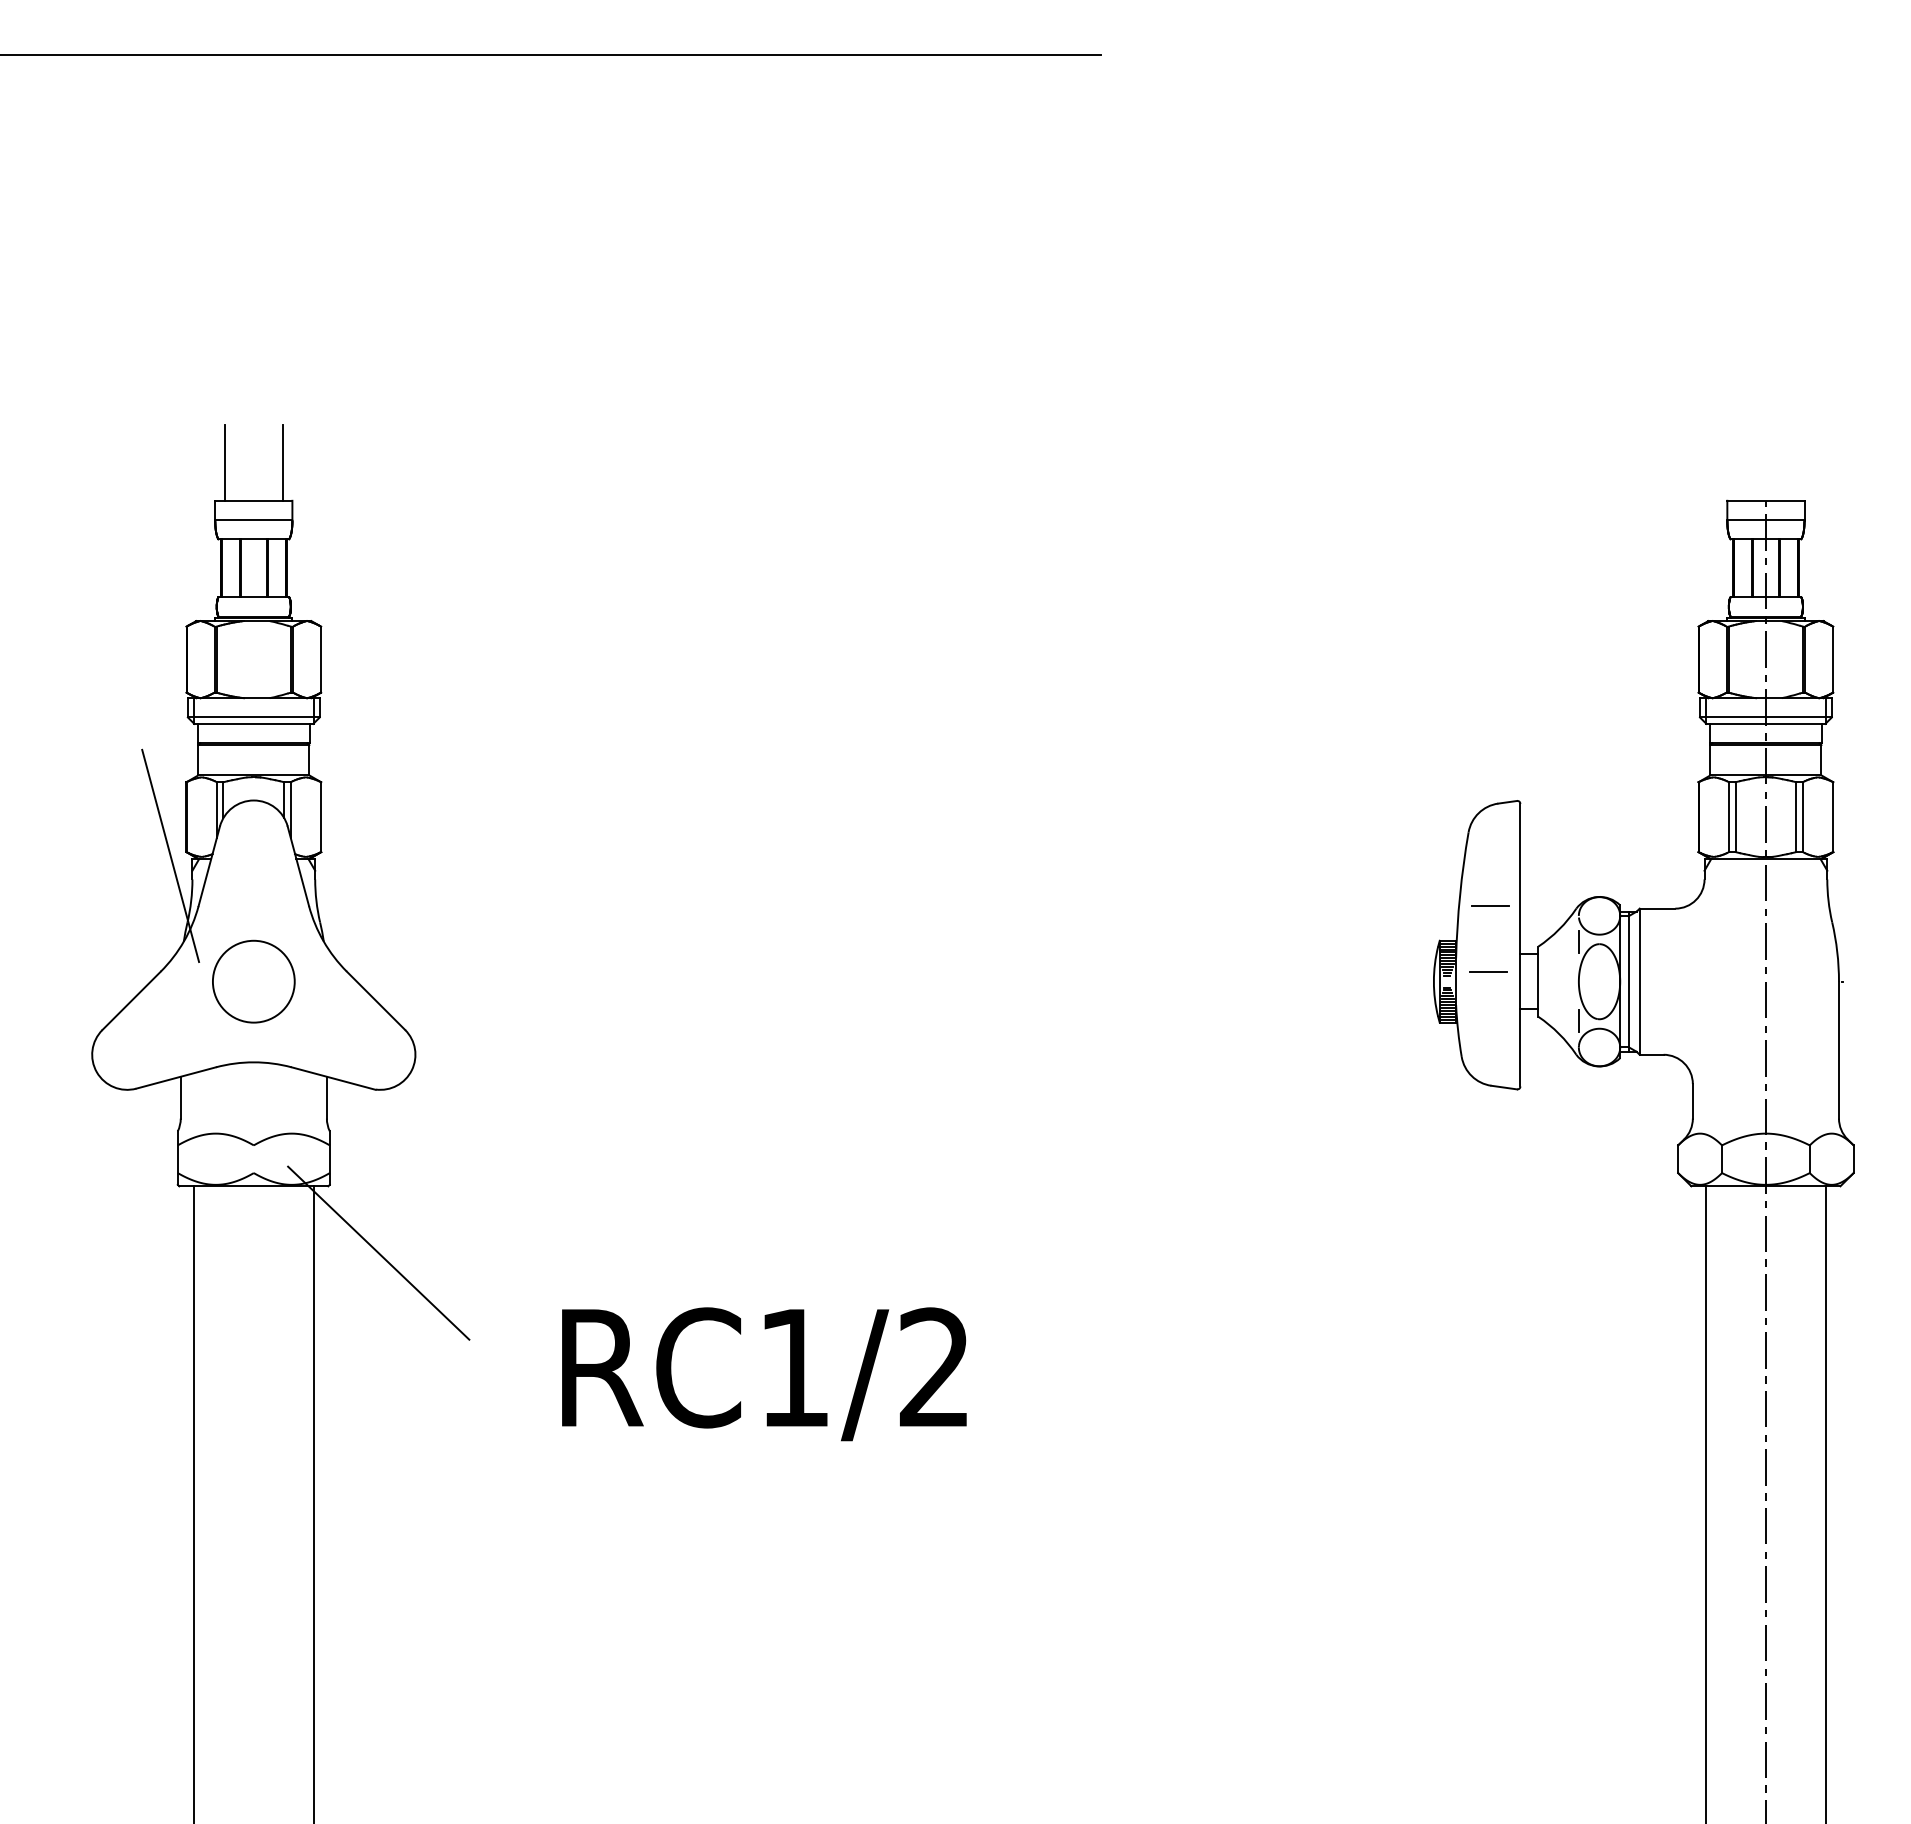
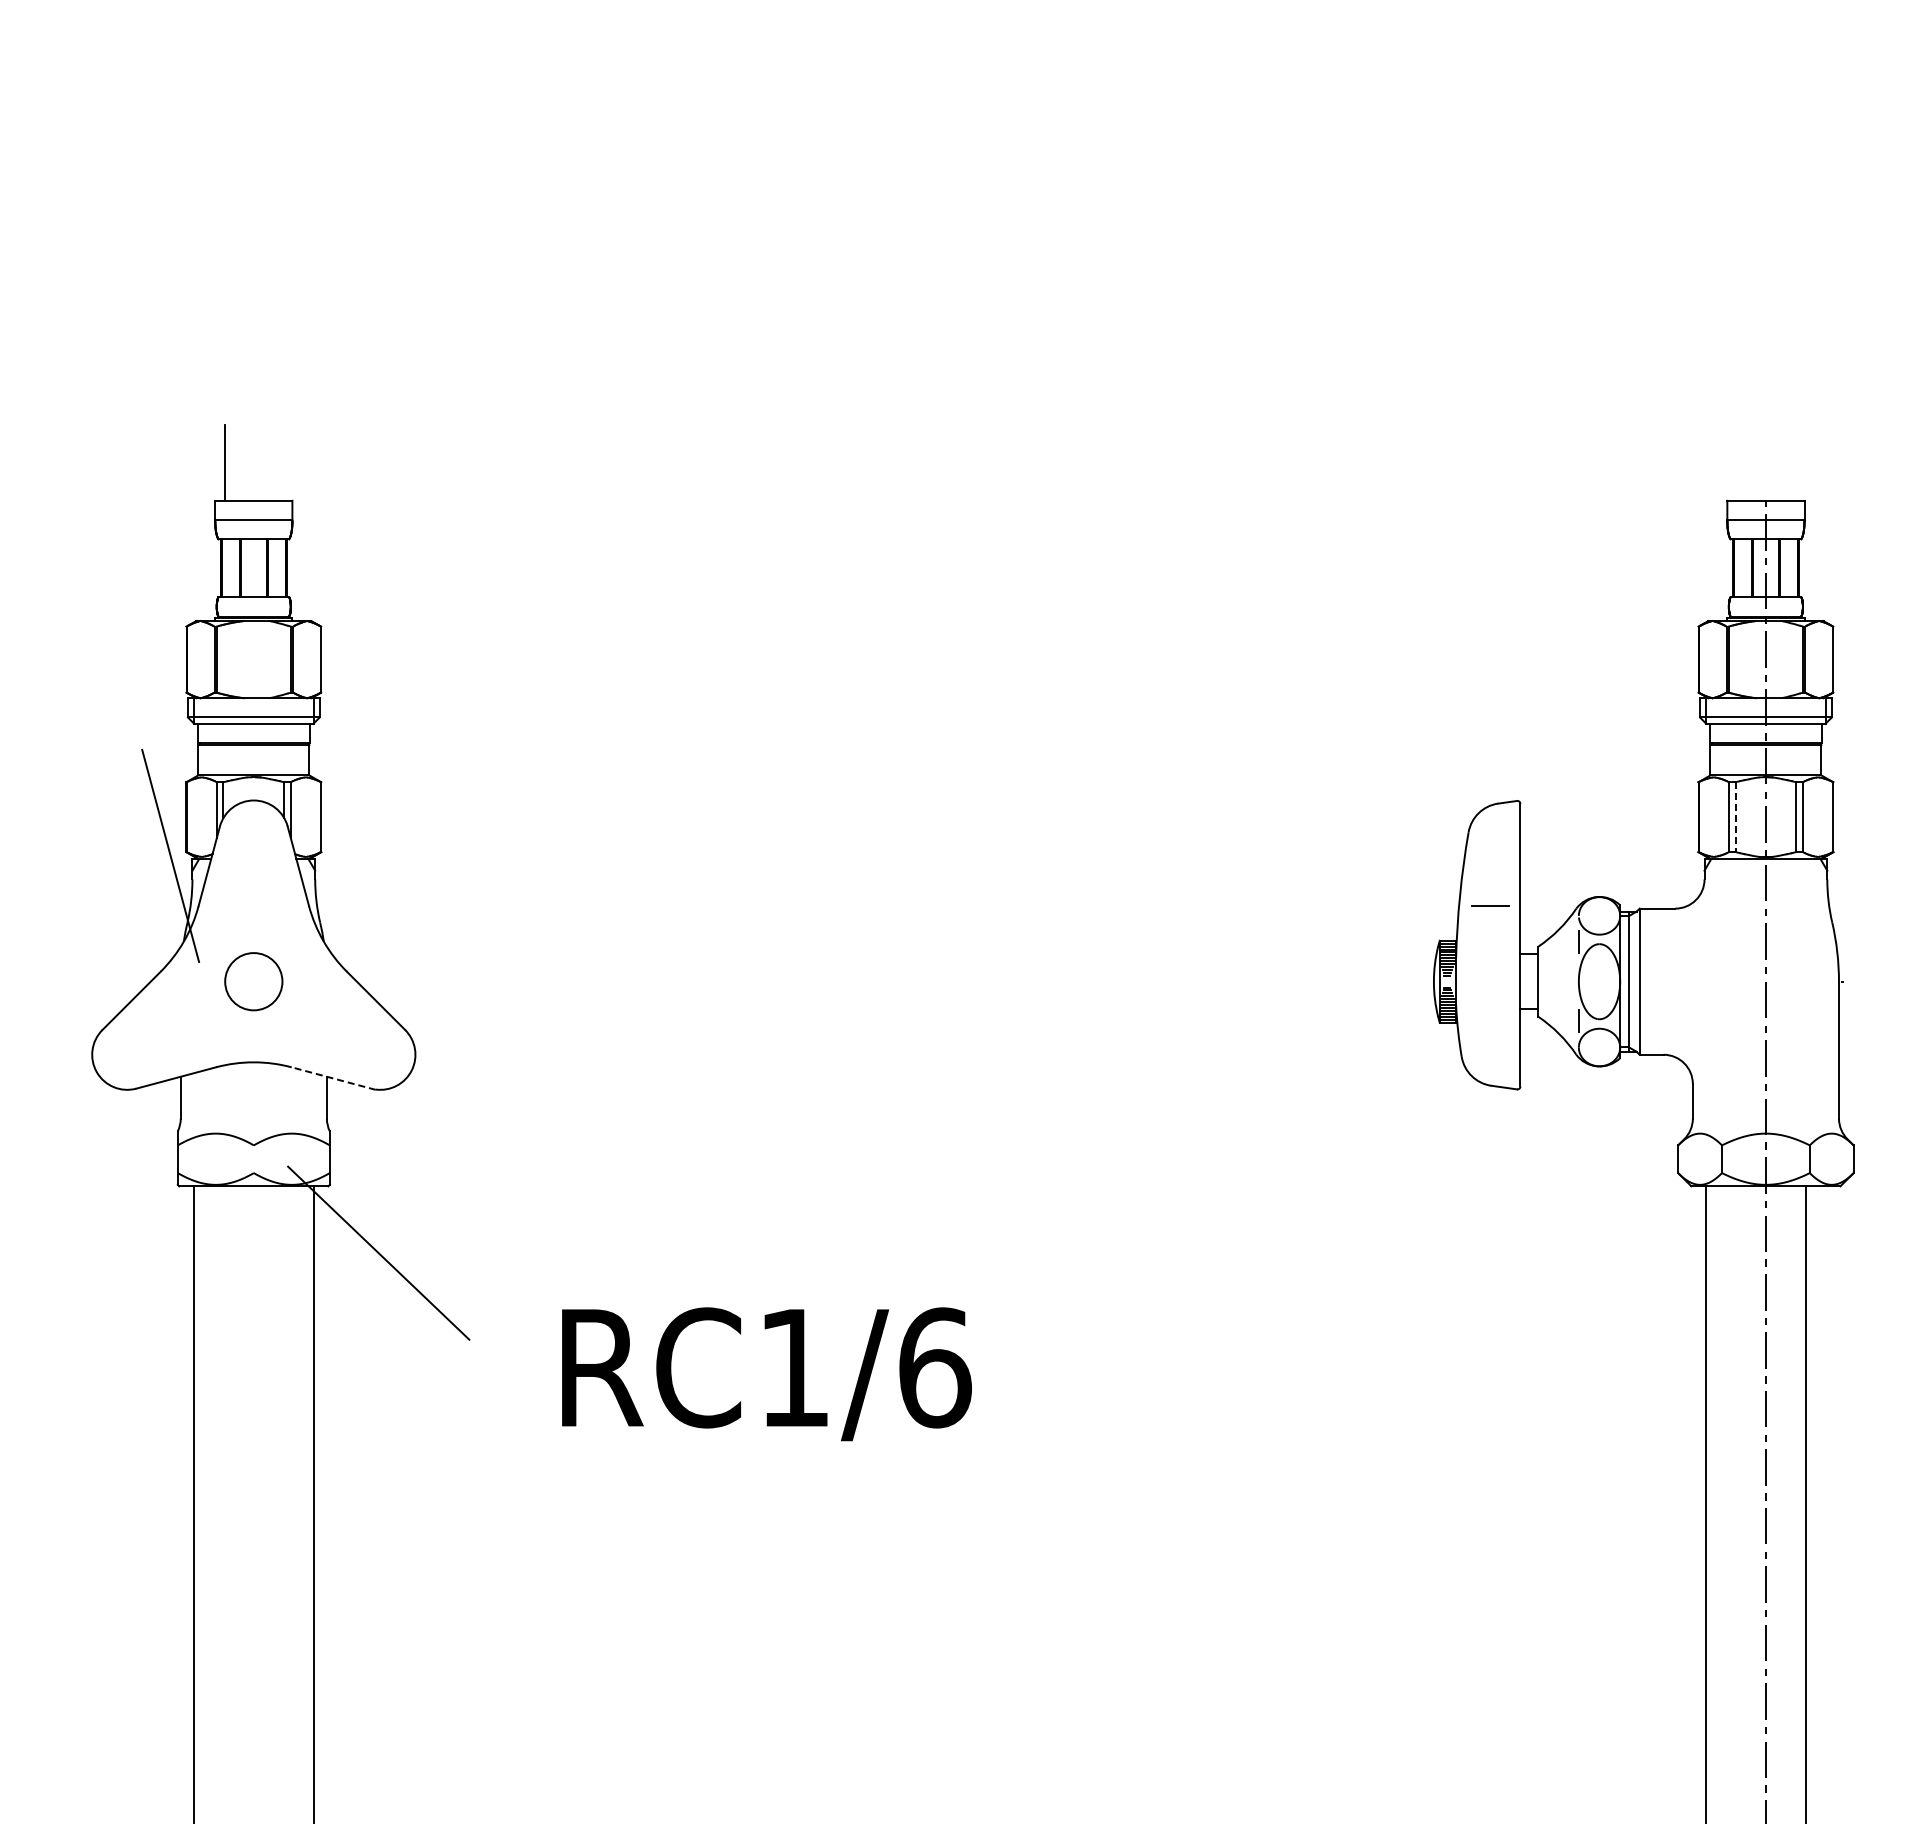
line at (551, 54): present -> none
line at (283, 462): present -> none
line at (1735, 817): solid -> dashed
line at (1488, 971): present -> none
circle at (253, 981) diameter: 82 px -> 57 px
line at (333, 1078): solid -> dashed
text at (935, 1367): RC1/2 -> RC1/6
line at (1825, 1503) position: (1825, 1503) -> (1805, 1503)
